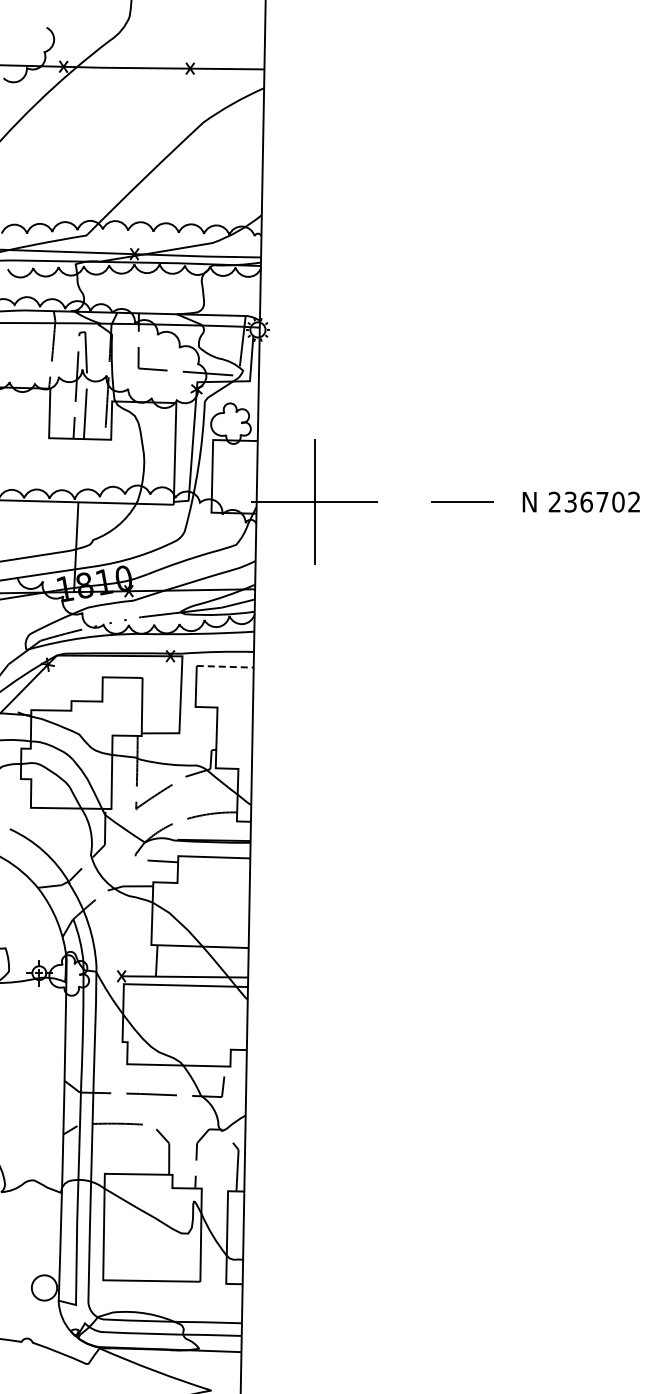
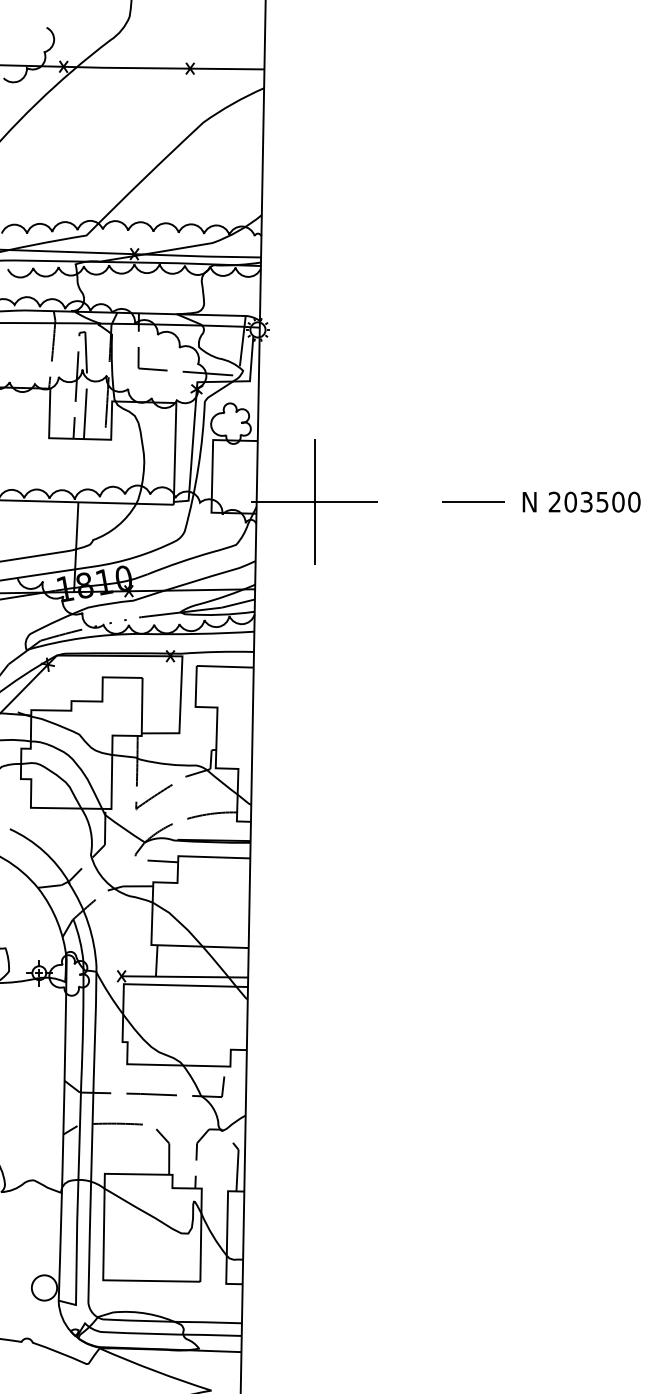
line at (462, 501) position: (462, 501) -> (473, 501)
text at (602, 501): 236702 -> 203500
line at (225, 666): dashed -> solid
